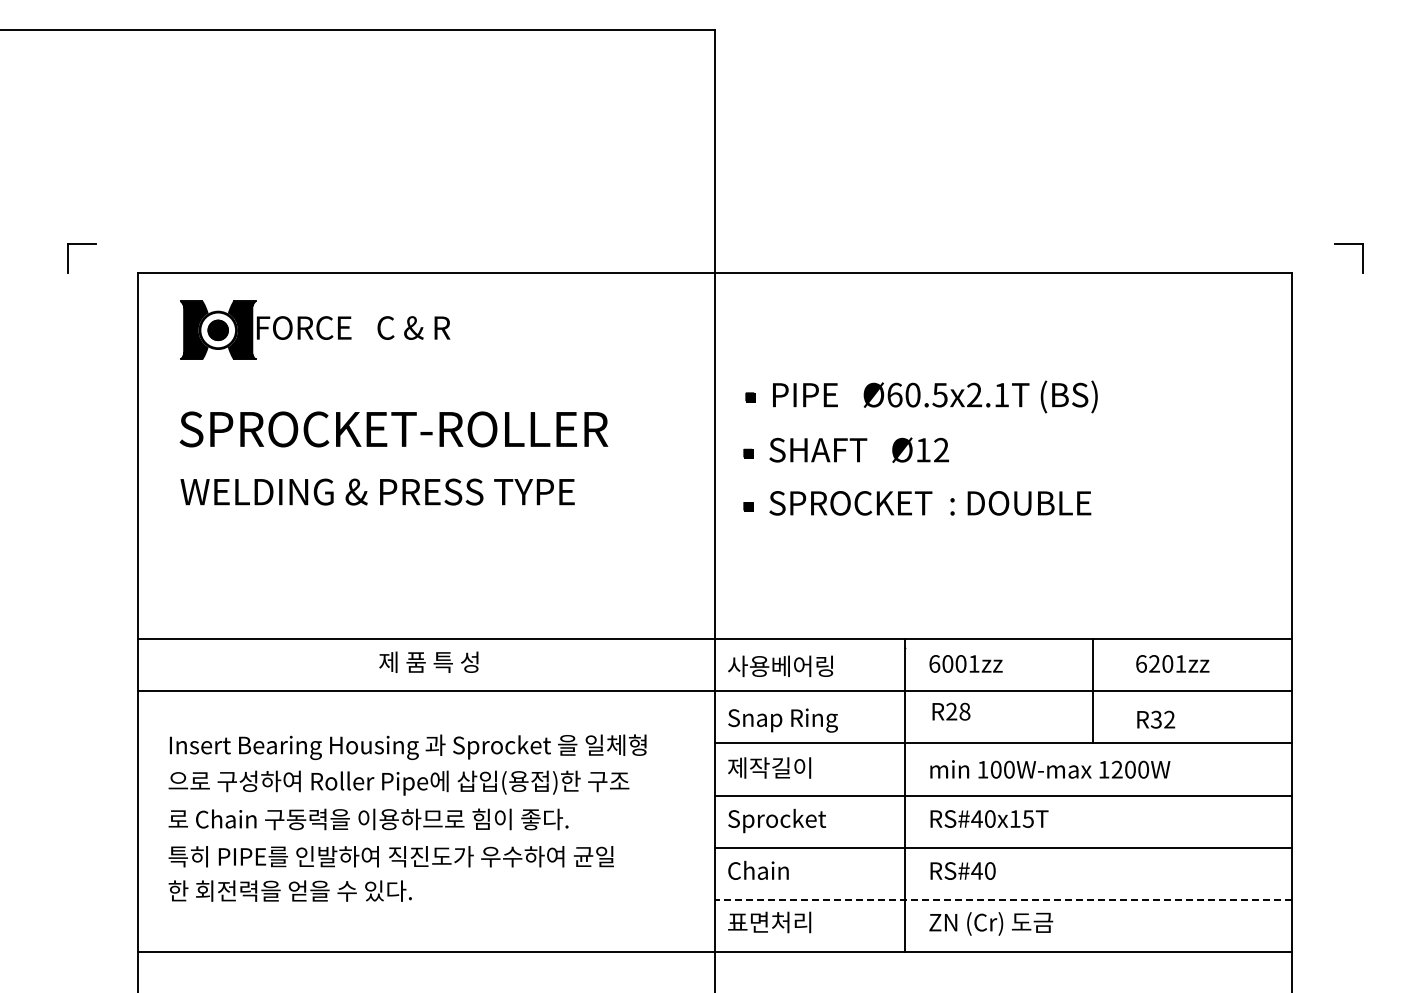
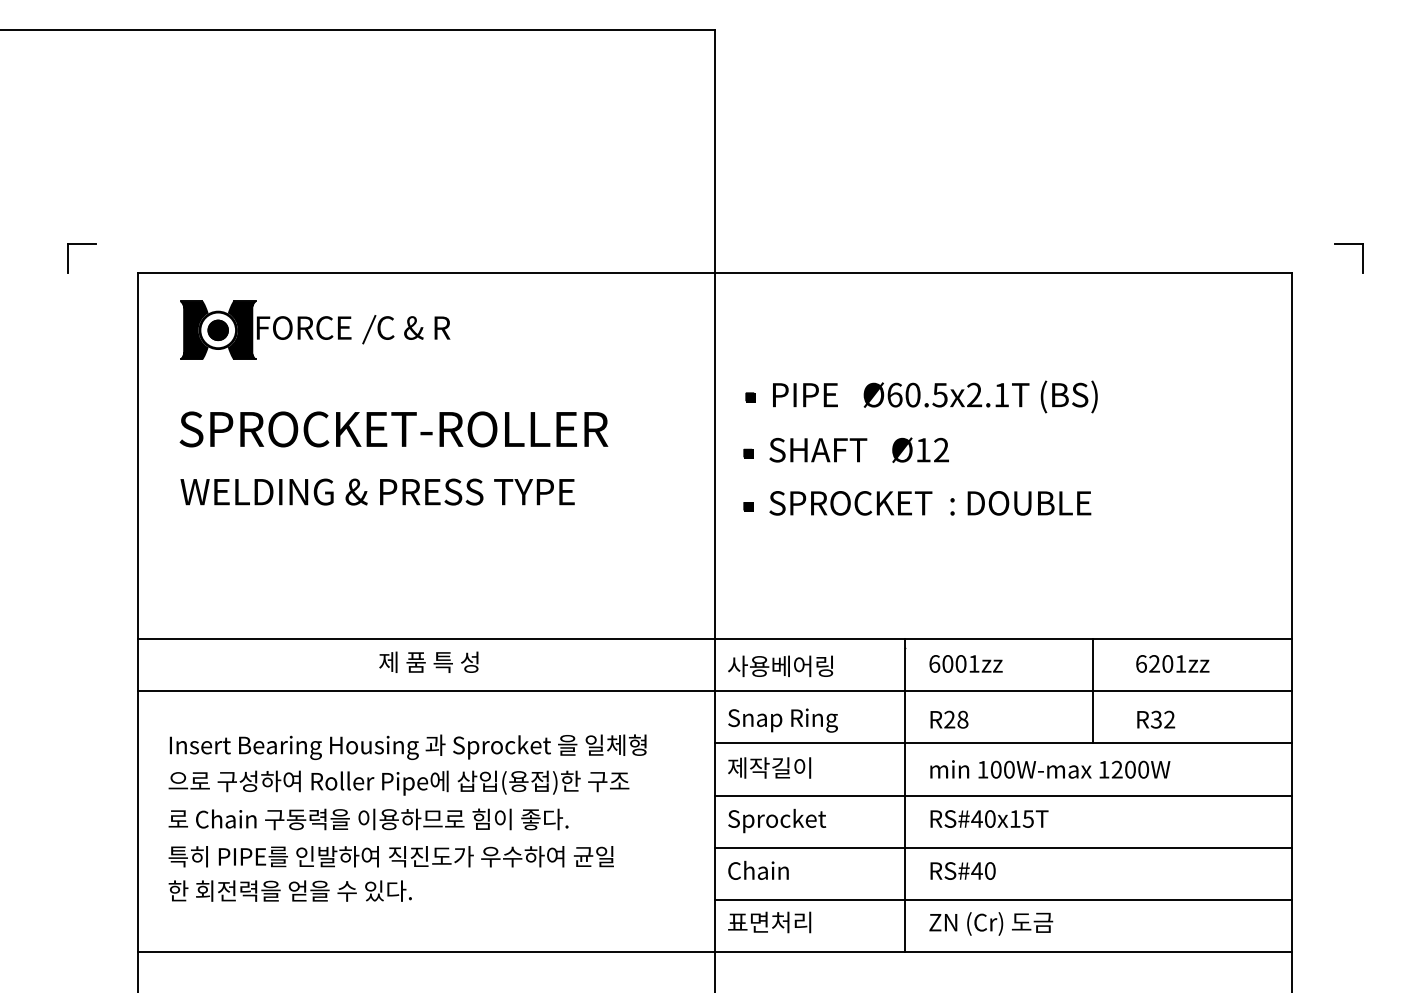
line at (369, 329): none -> present
text at (951, 711) position: (951, 711) -> (949, 719)
line at (1003, 899): dashed -> solid
